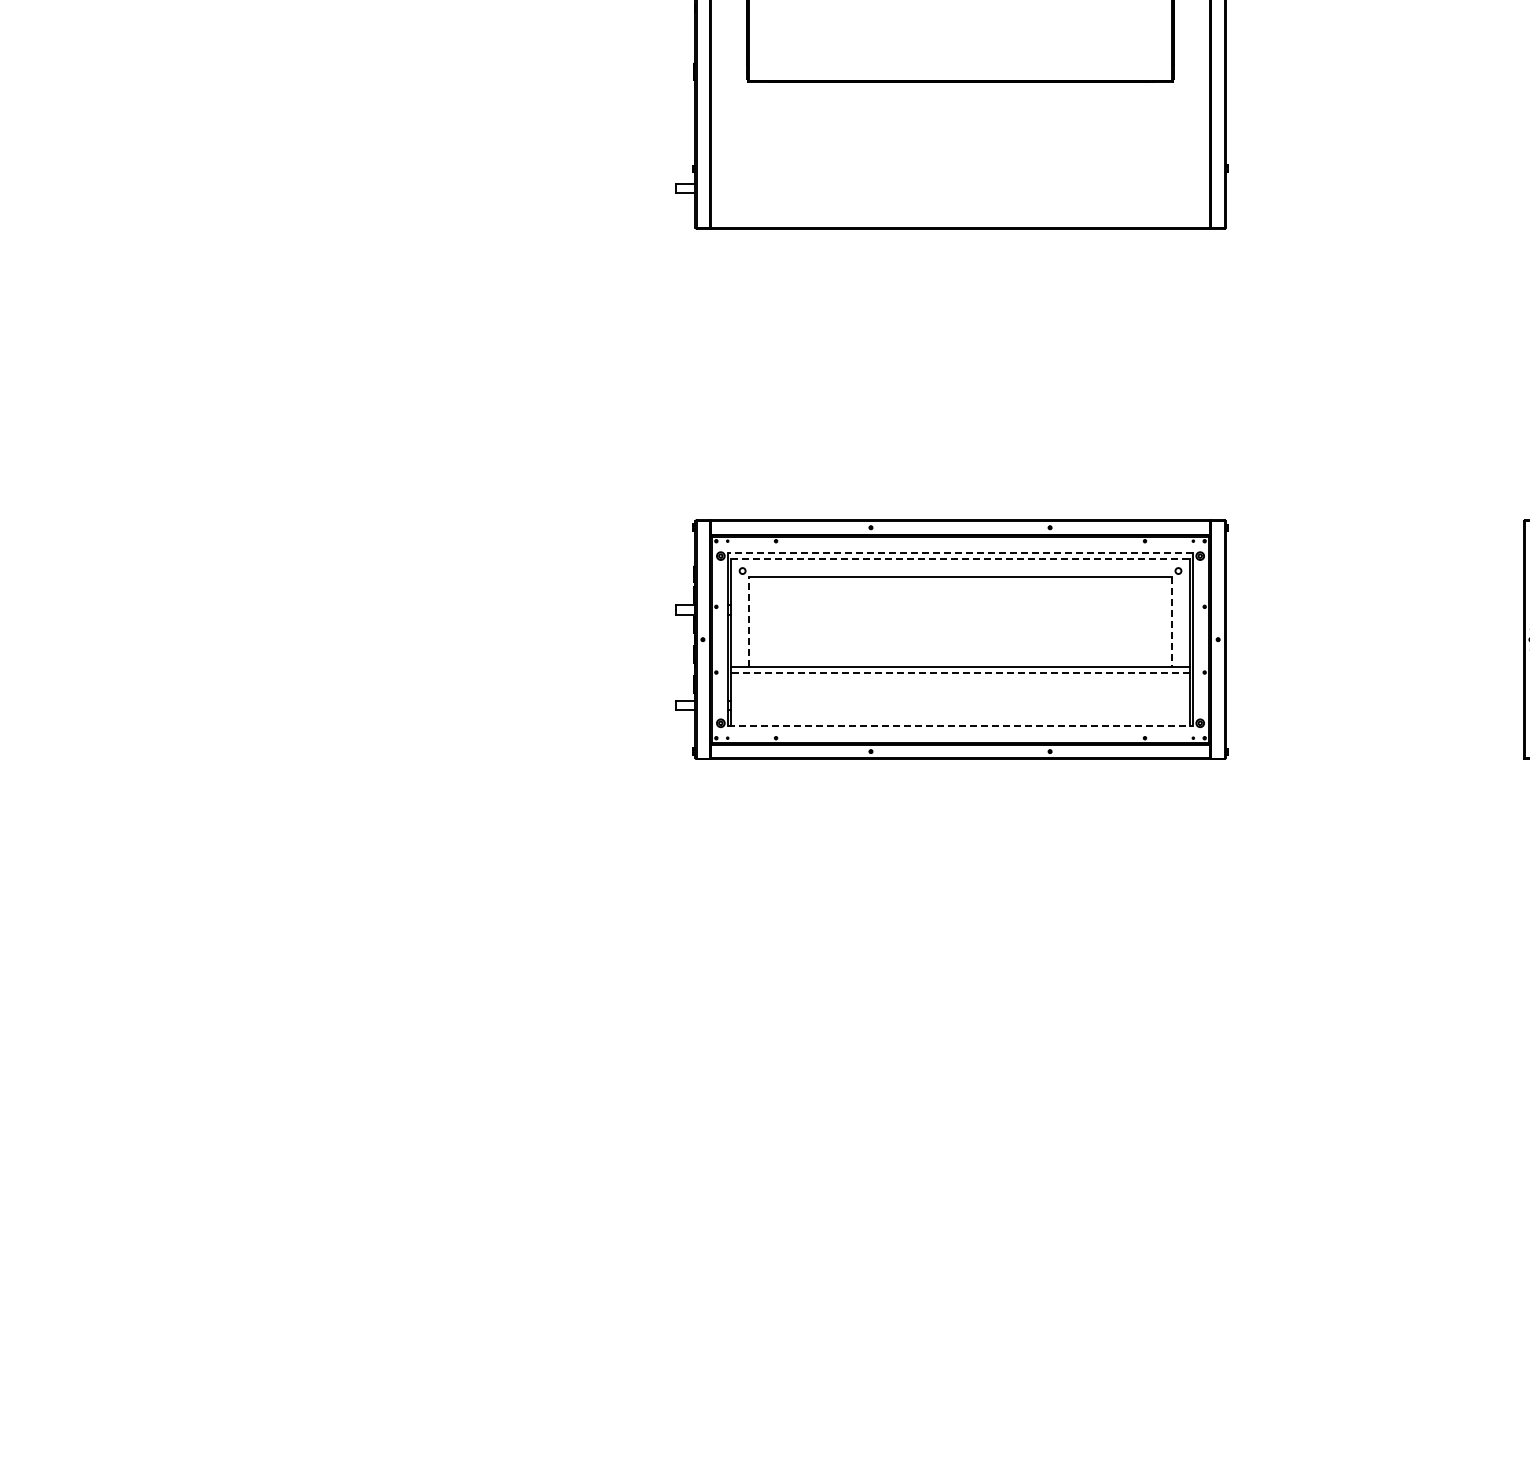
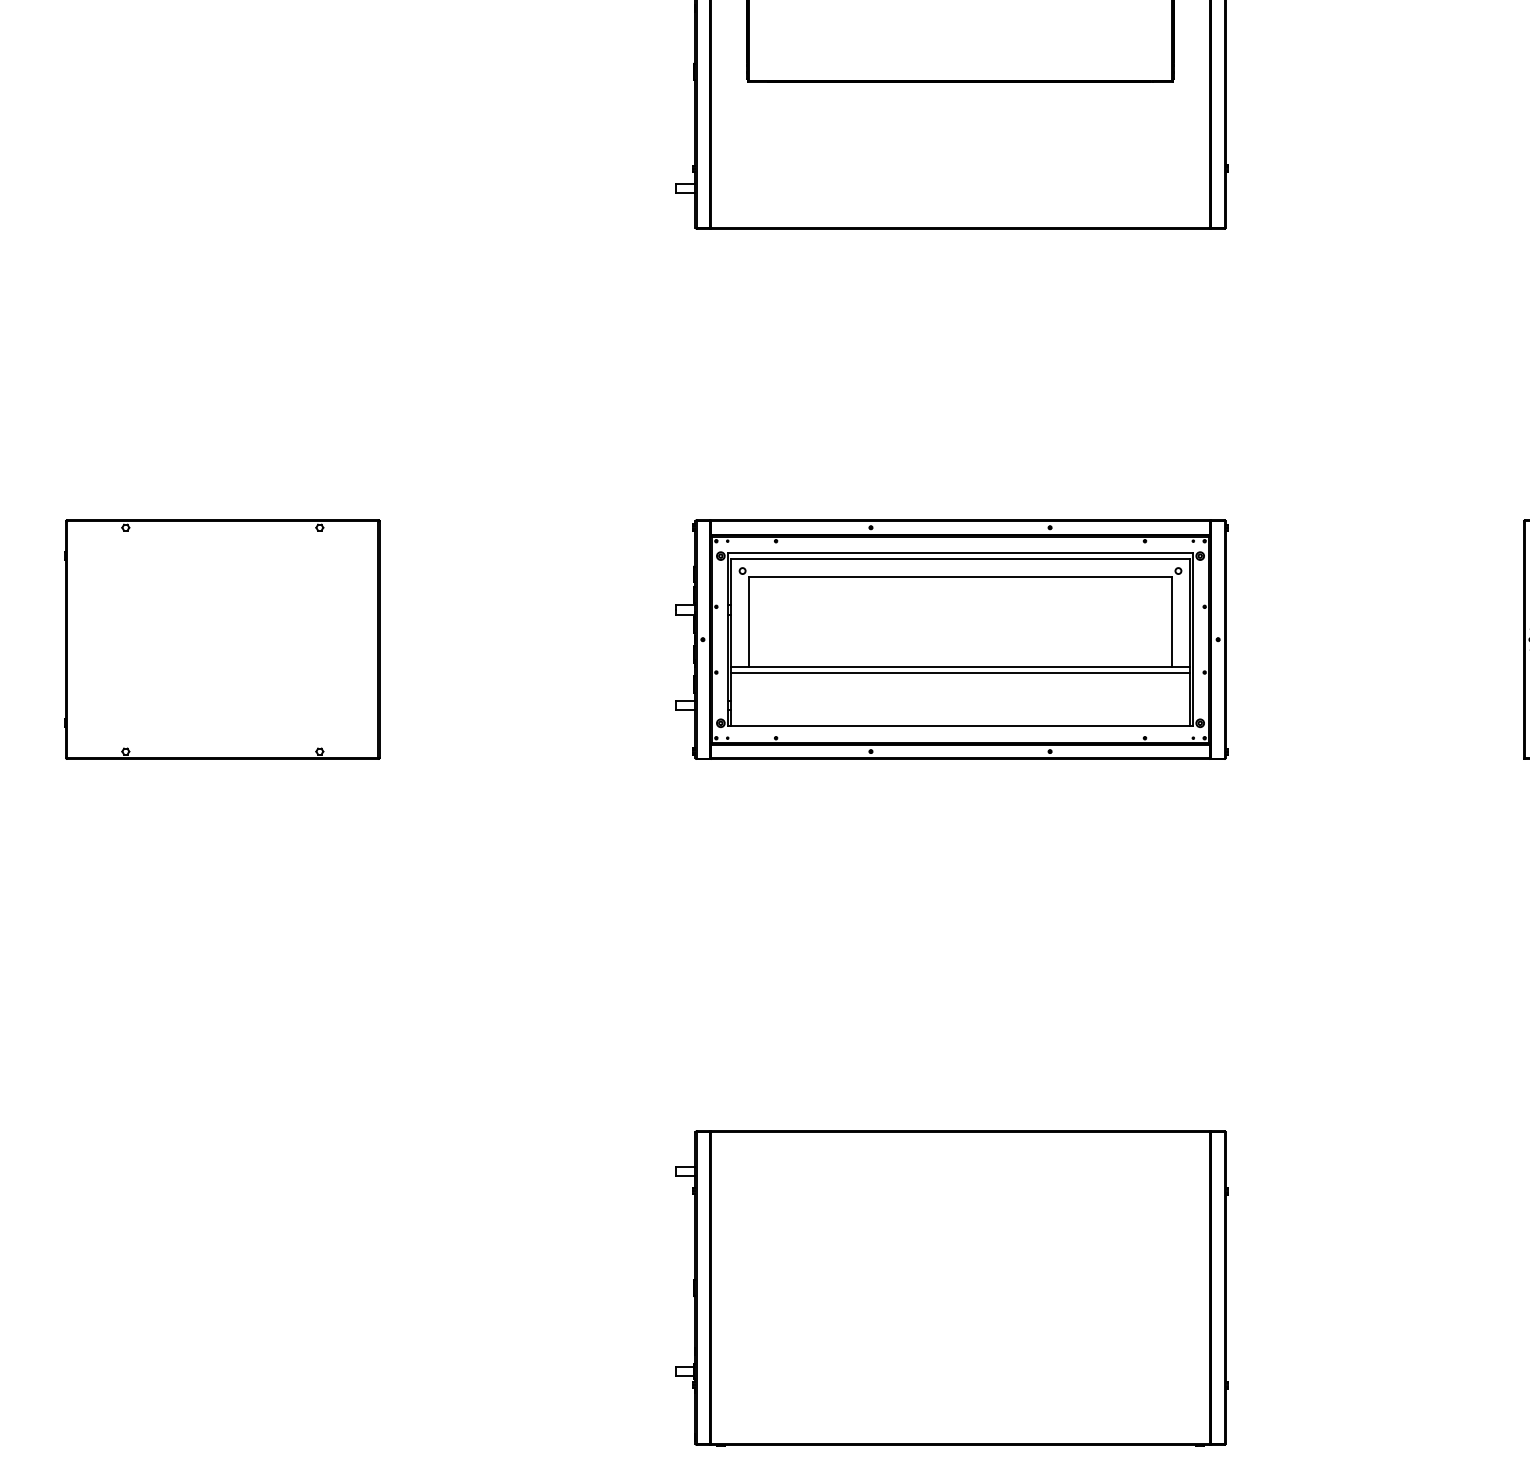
line at (960, 553): dashed -> solid
line at (960, 559): dashed -> solid
line at (748, 621): dashed -> solid
line at (1172, 621): dashed -> solid
part at (222, 639): none -> present
line at (960, 672): dashed -> solid
line at (961, 726): dashed -> solid
part at (951, 1288): none -> present
